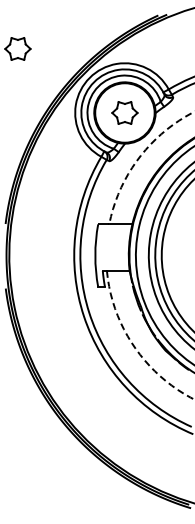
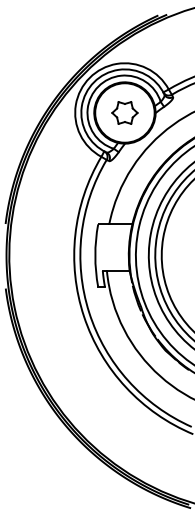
part at (17, 48): present -> none
arc at (188, 396): dashed -> solid
